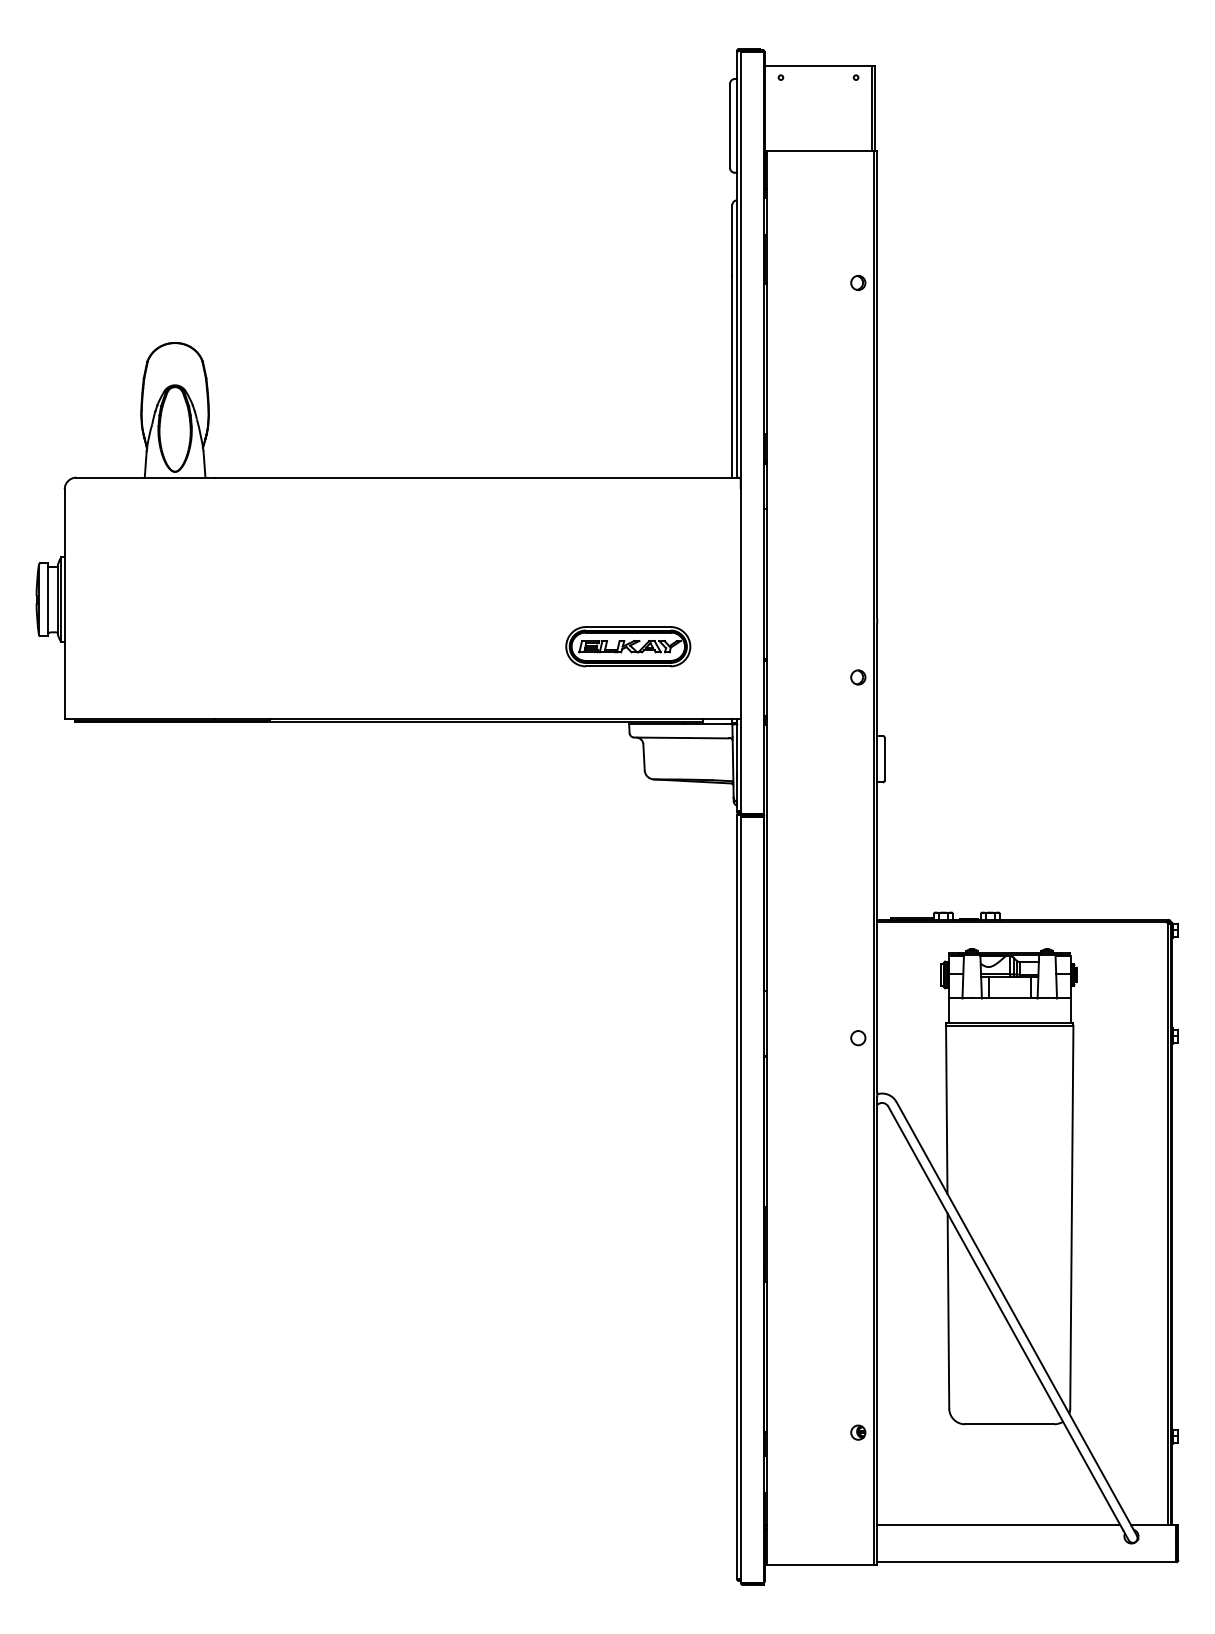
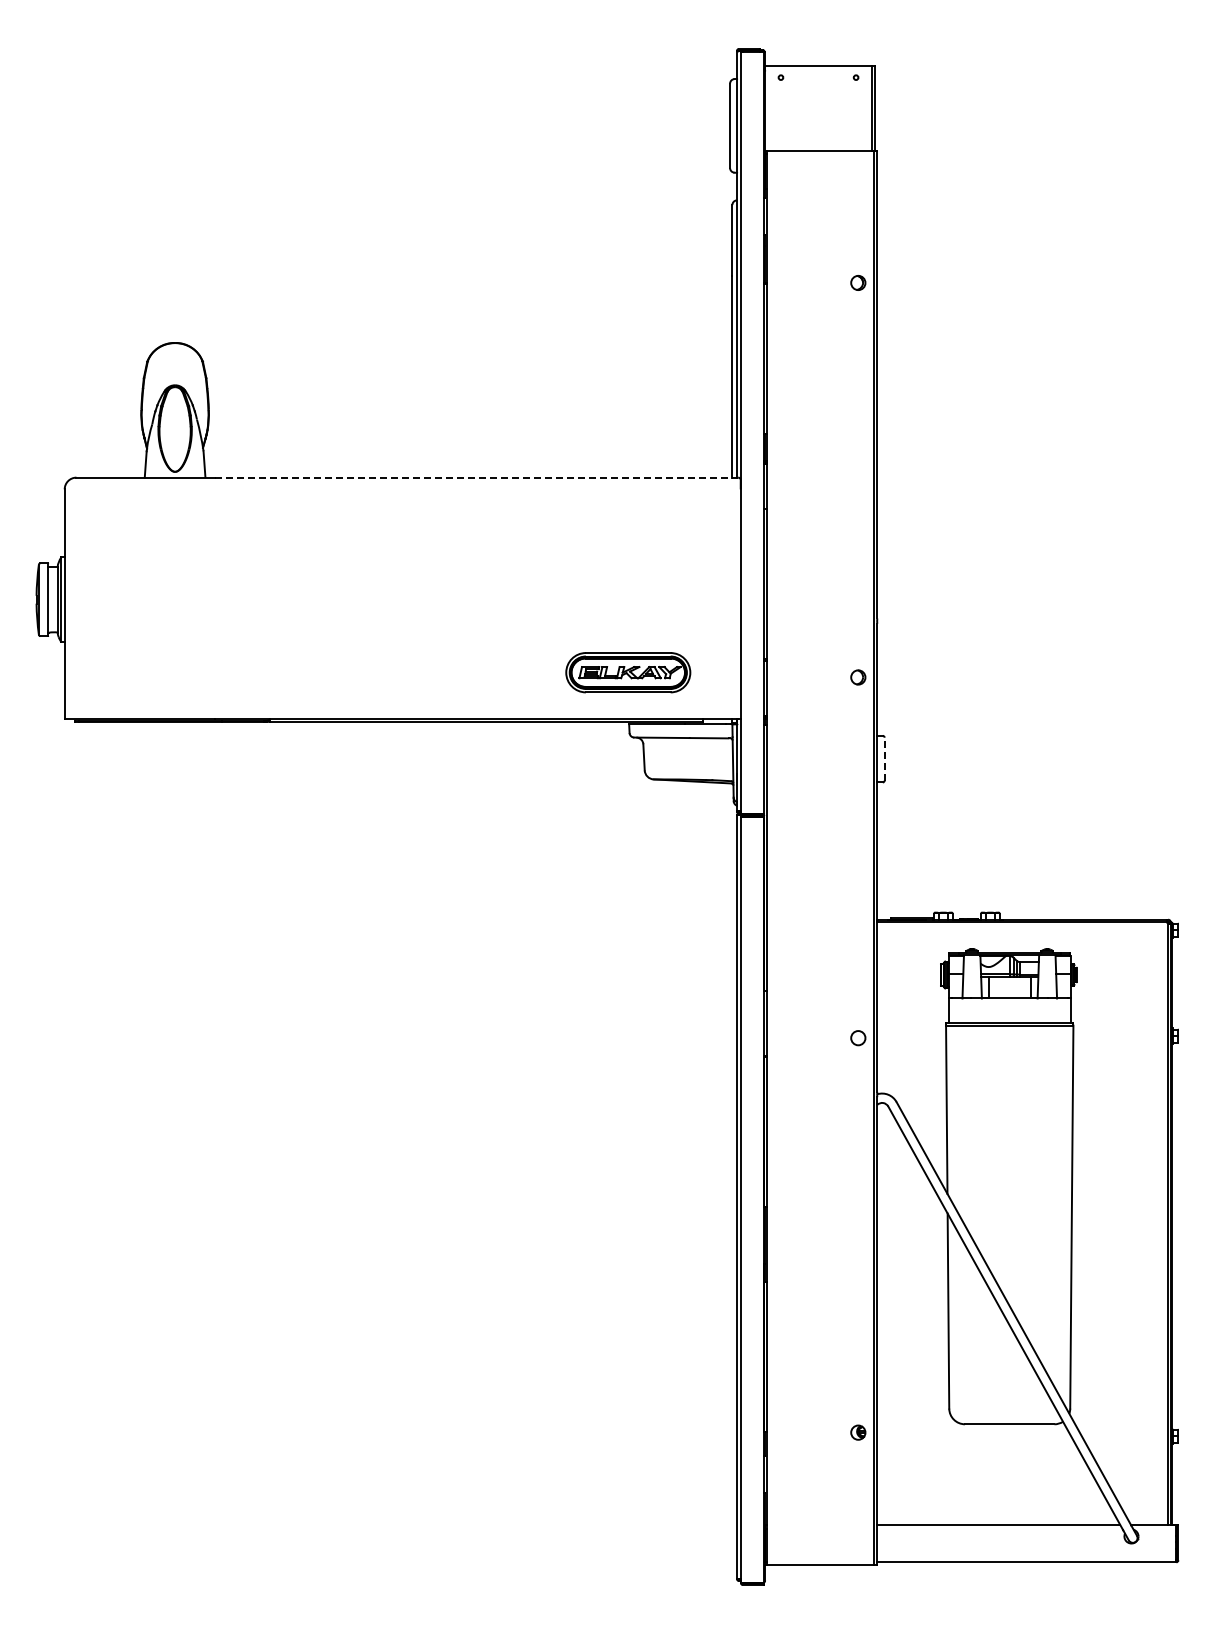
line at (476, 477): solid -> dashed
part at (628, 646) position: (628, 646) -> (628, 672)
line at (884, 758): solid -> dashed
